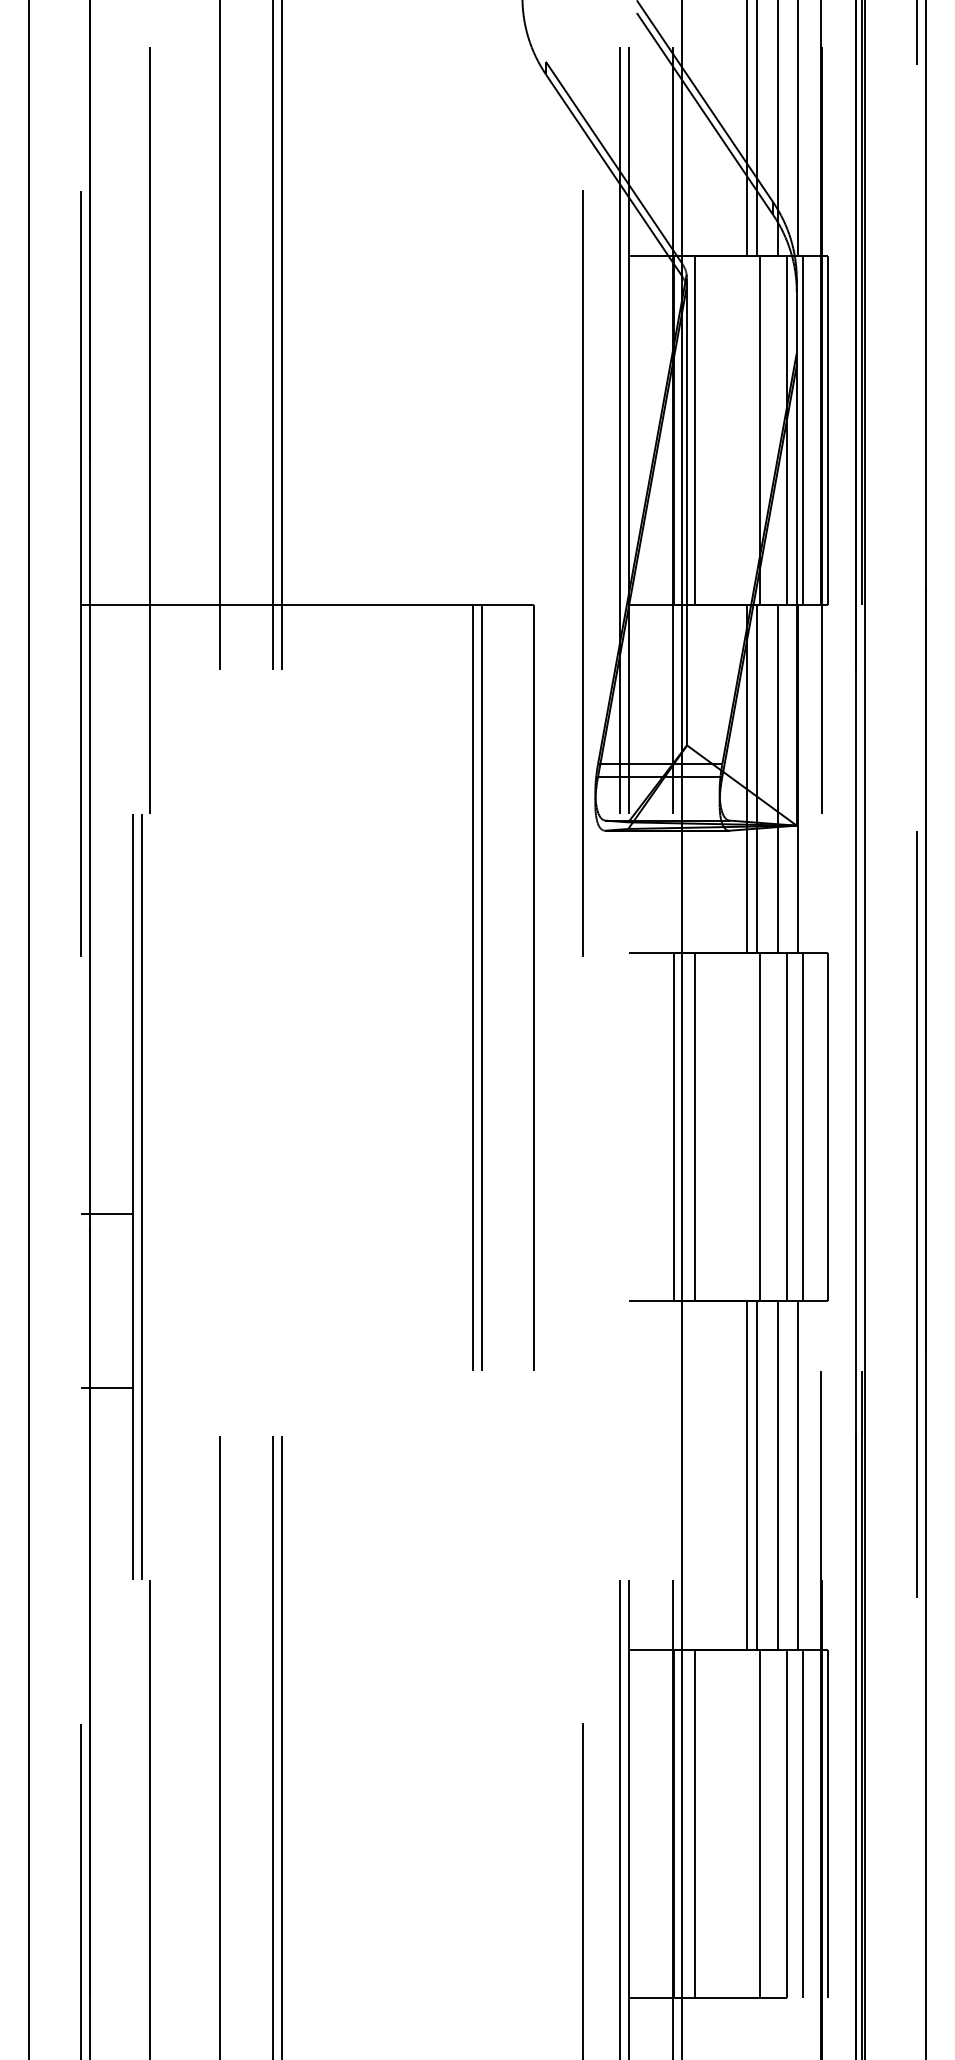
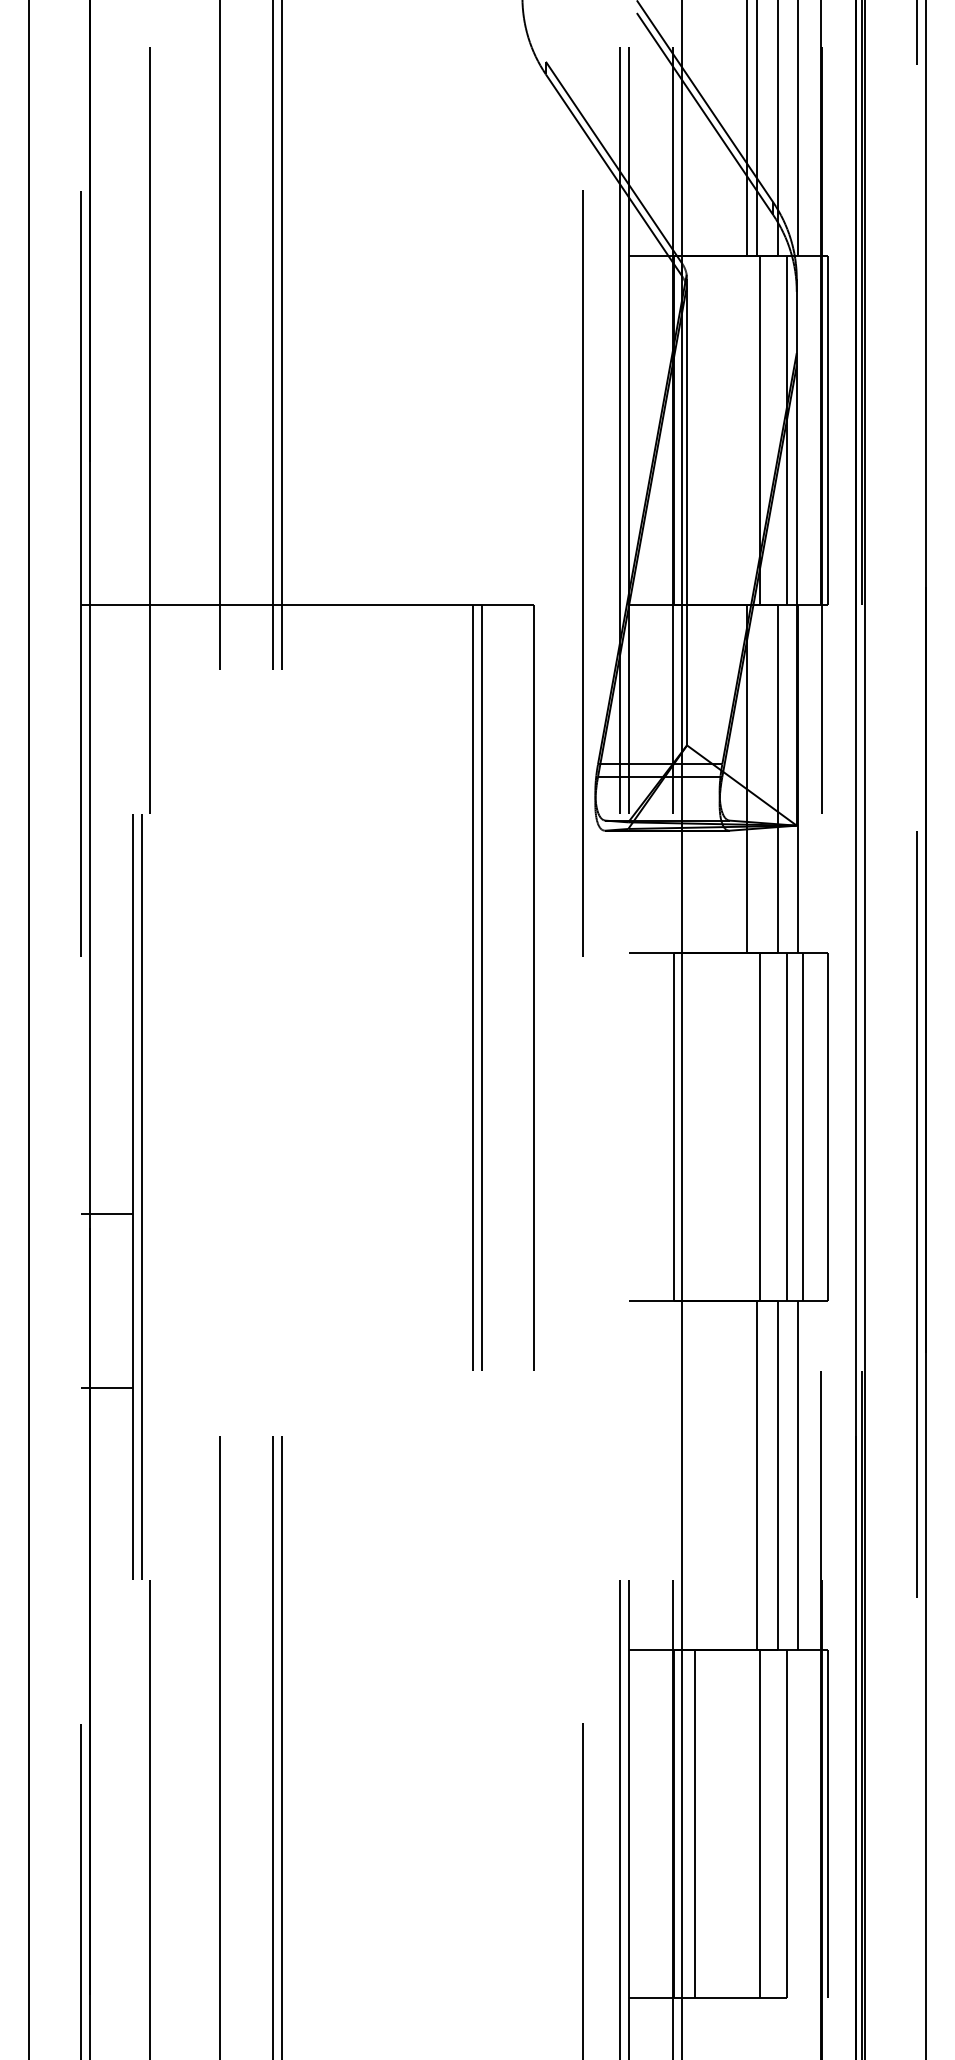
line at (695, 430): present -> none
line at (803, 430): present -> none
line at (757, 778): present -> none
line at (695, 1126): present -> none
line at (747, 1475): present -> none
line at (803, 1823): present -> none
